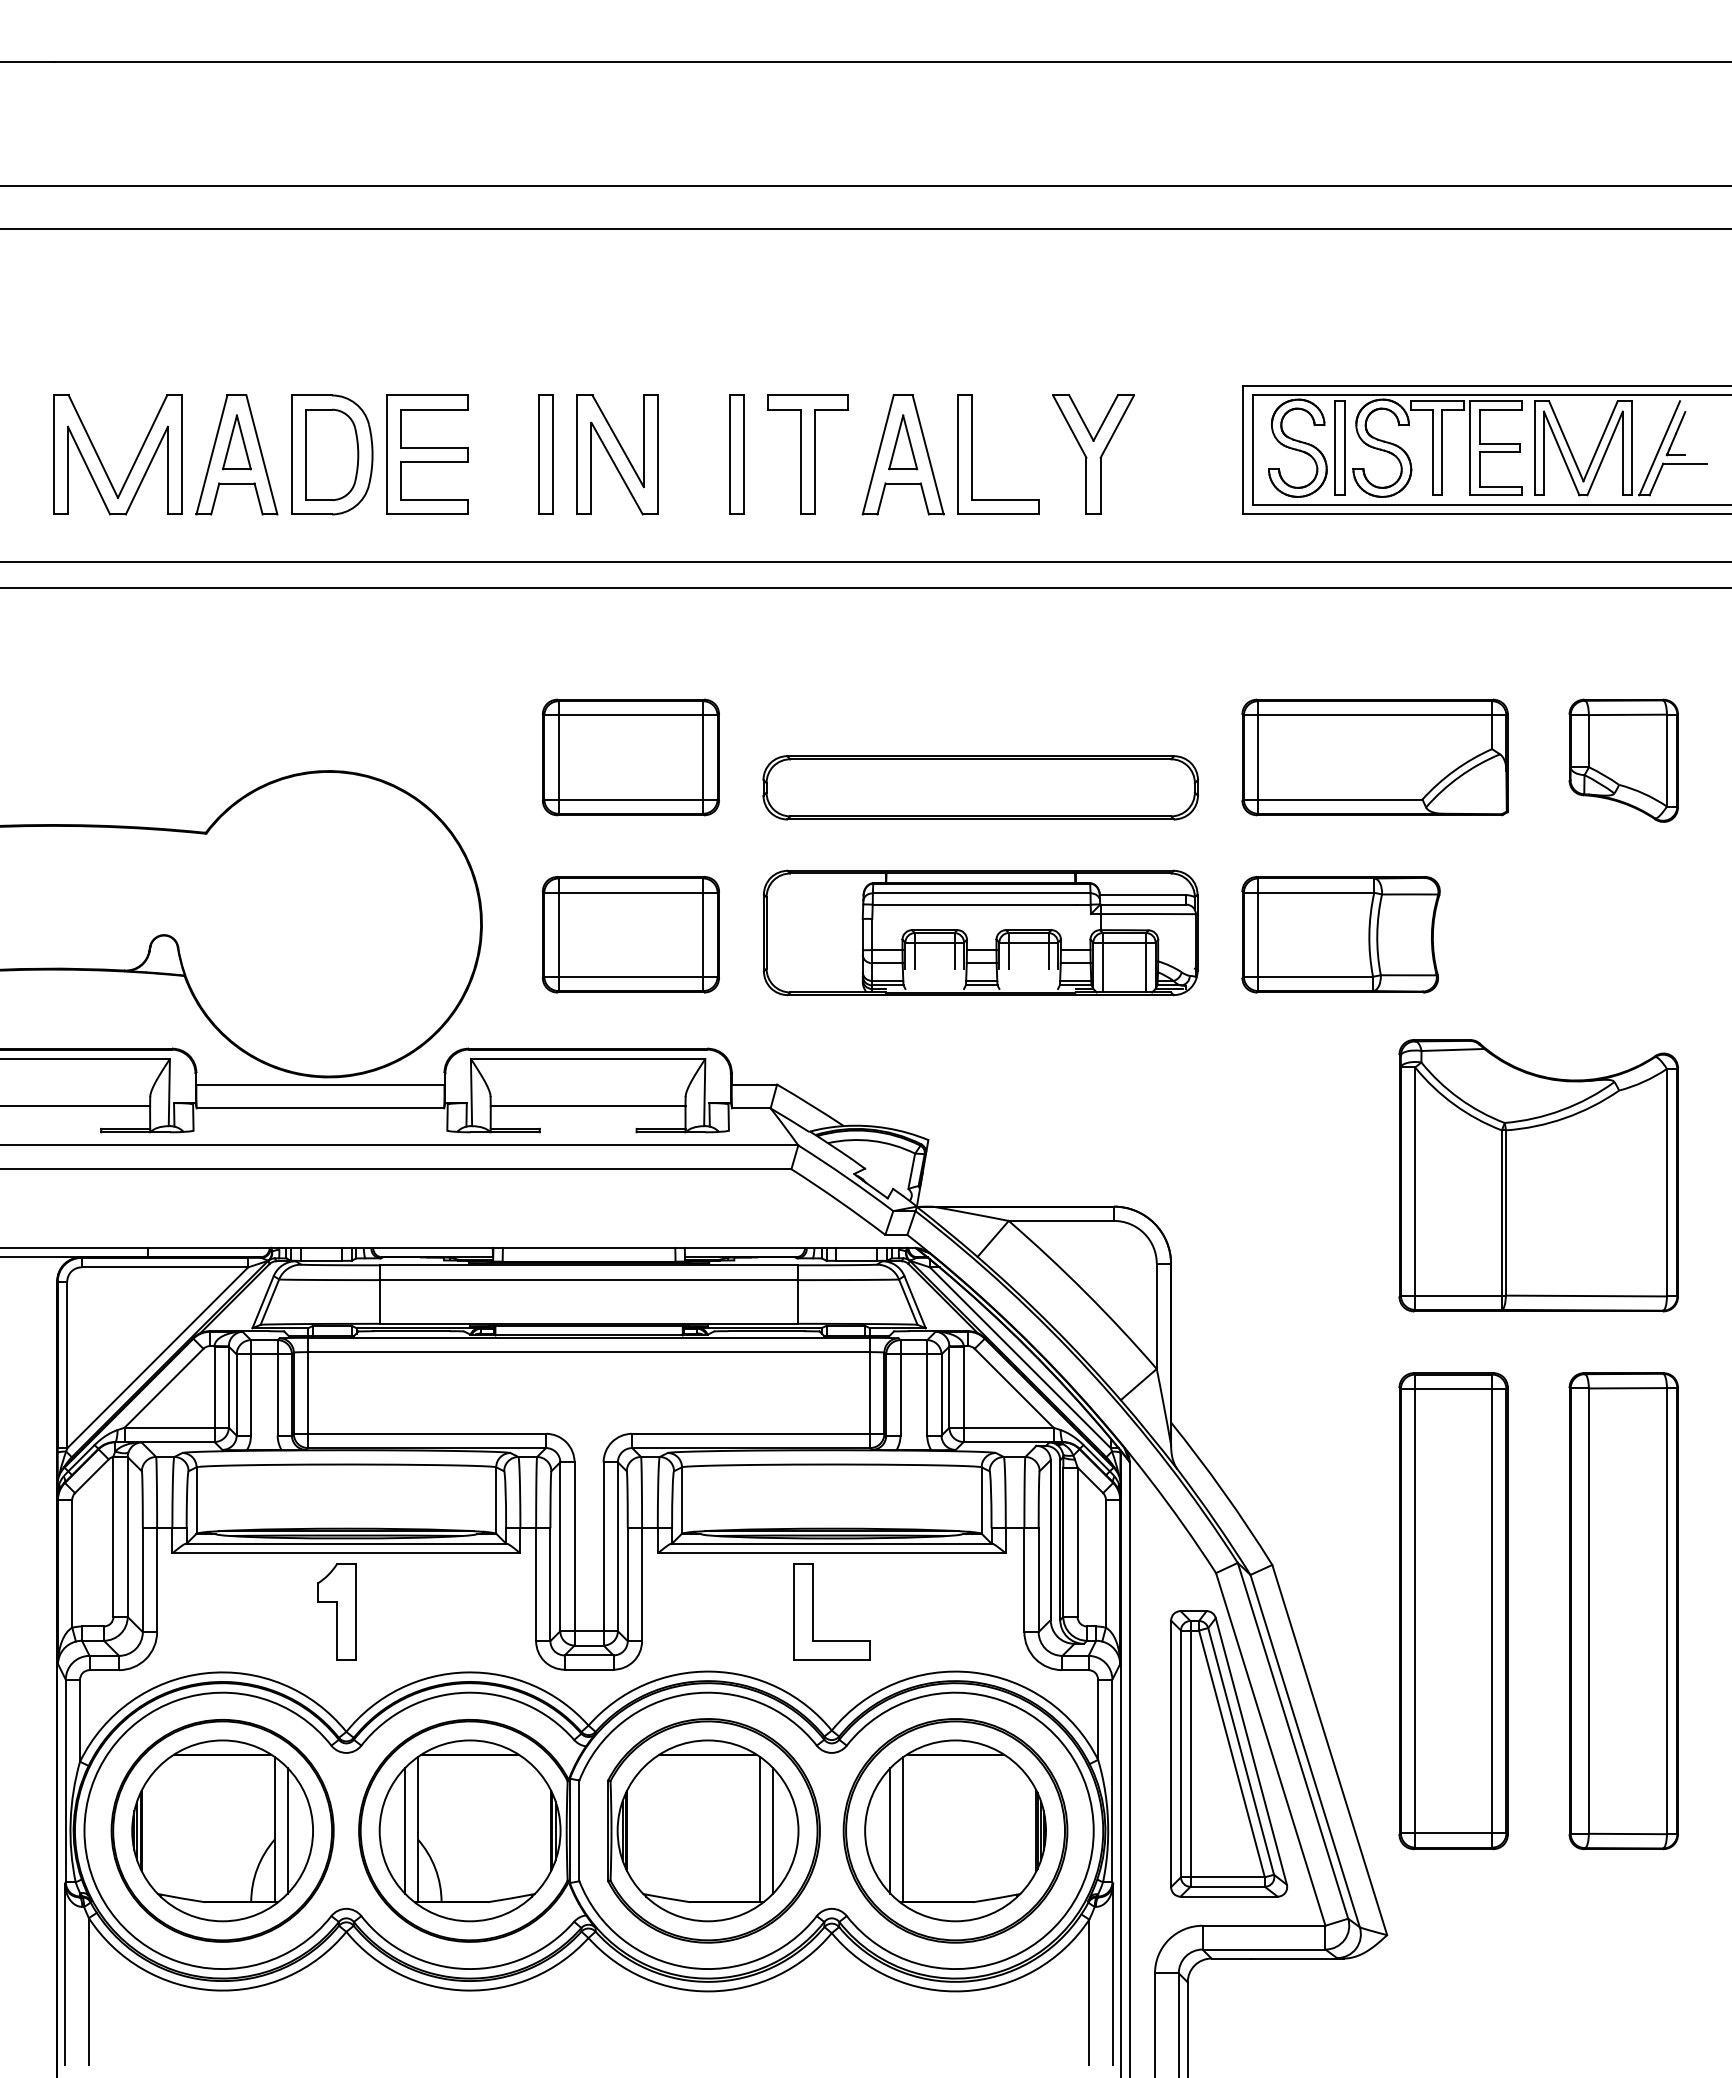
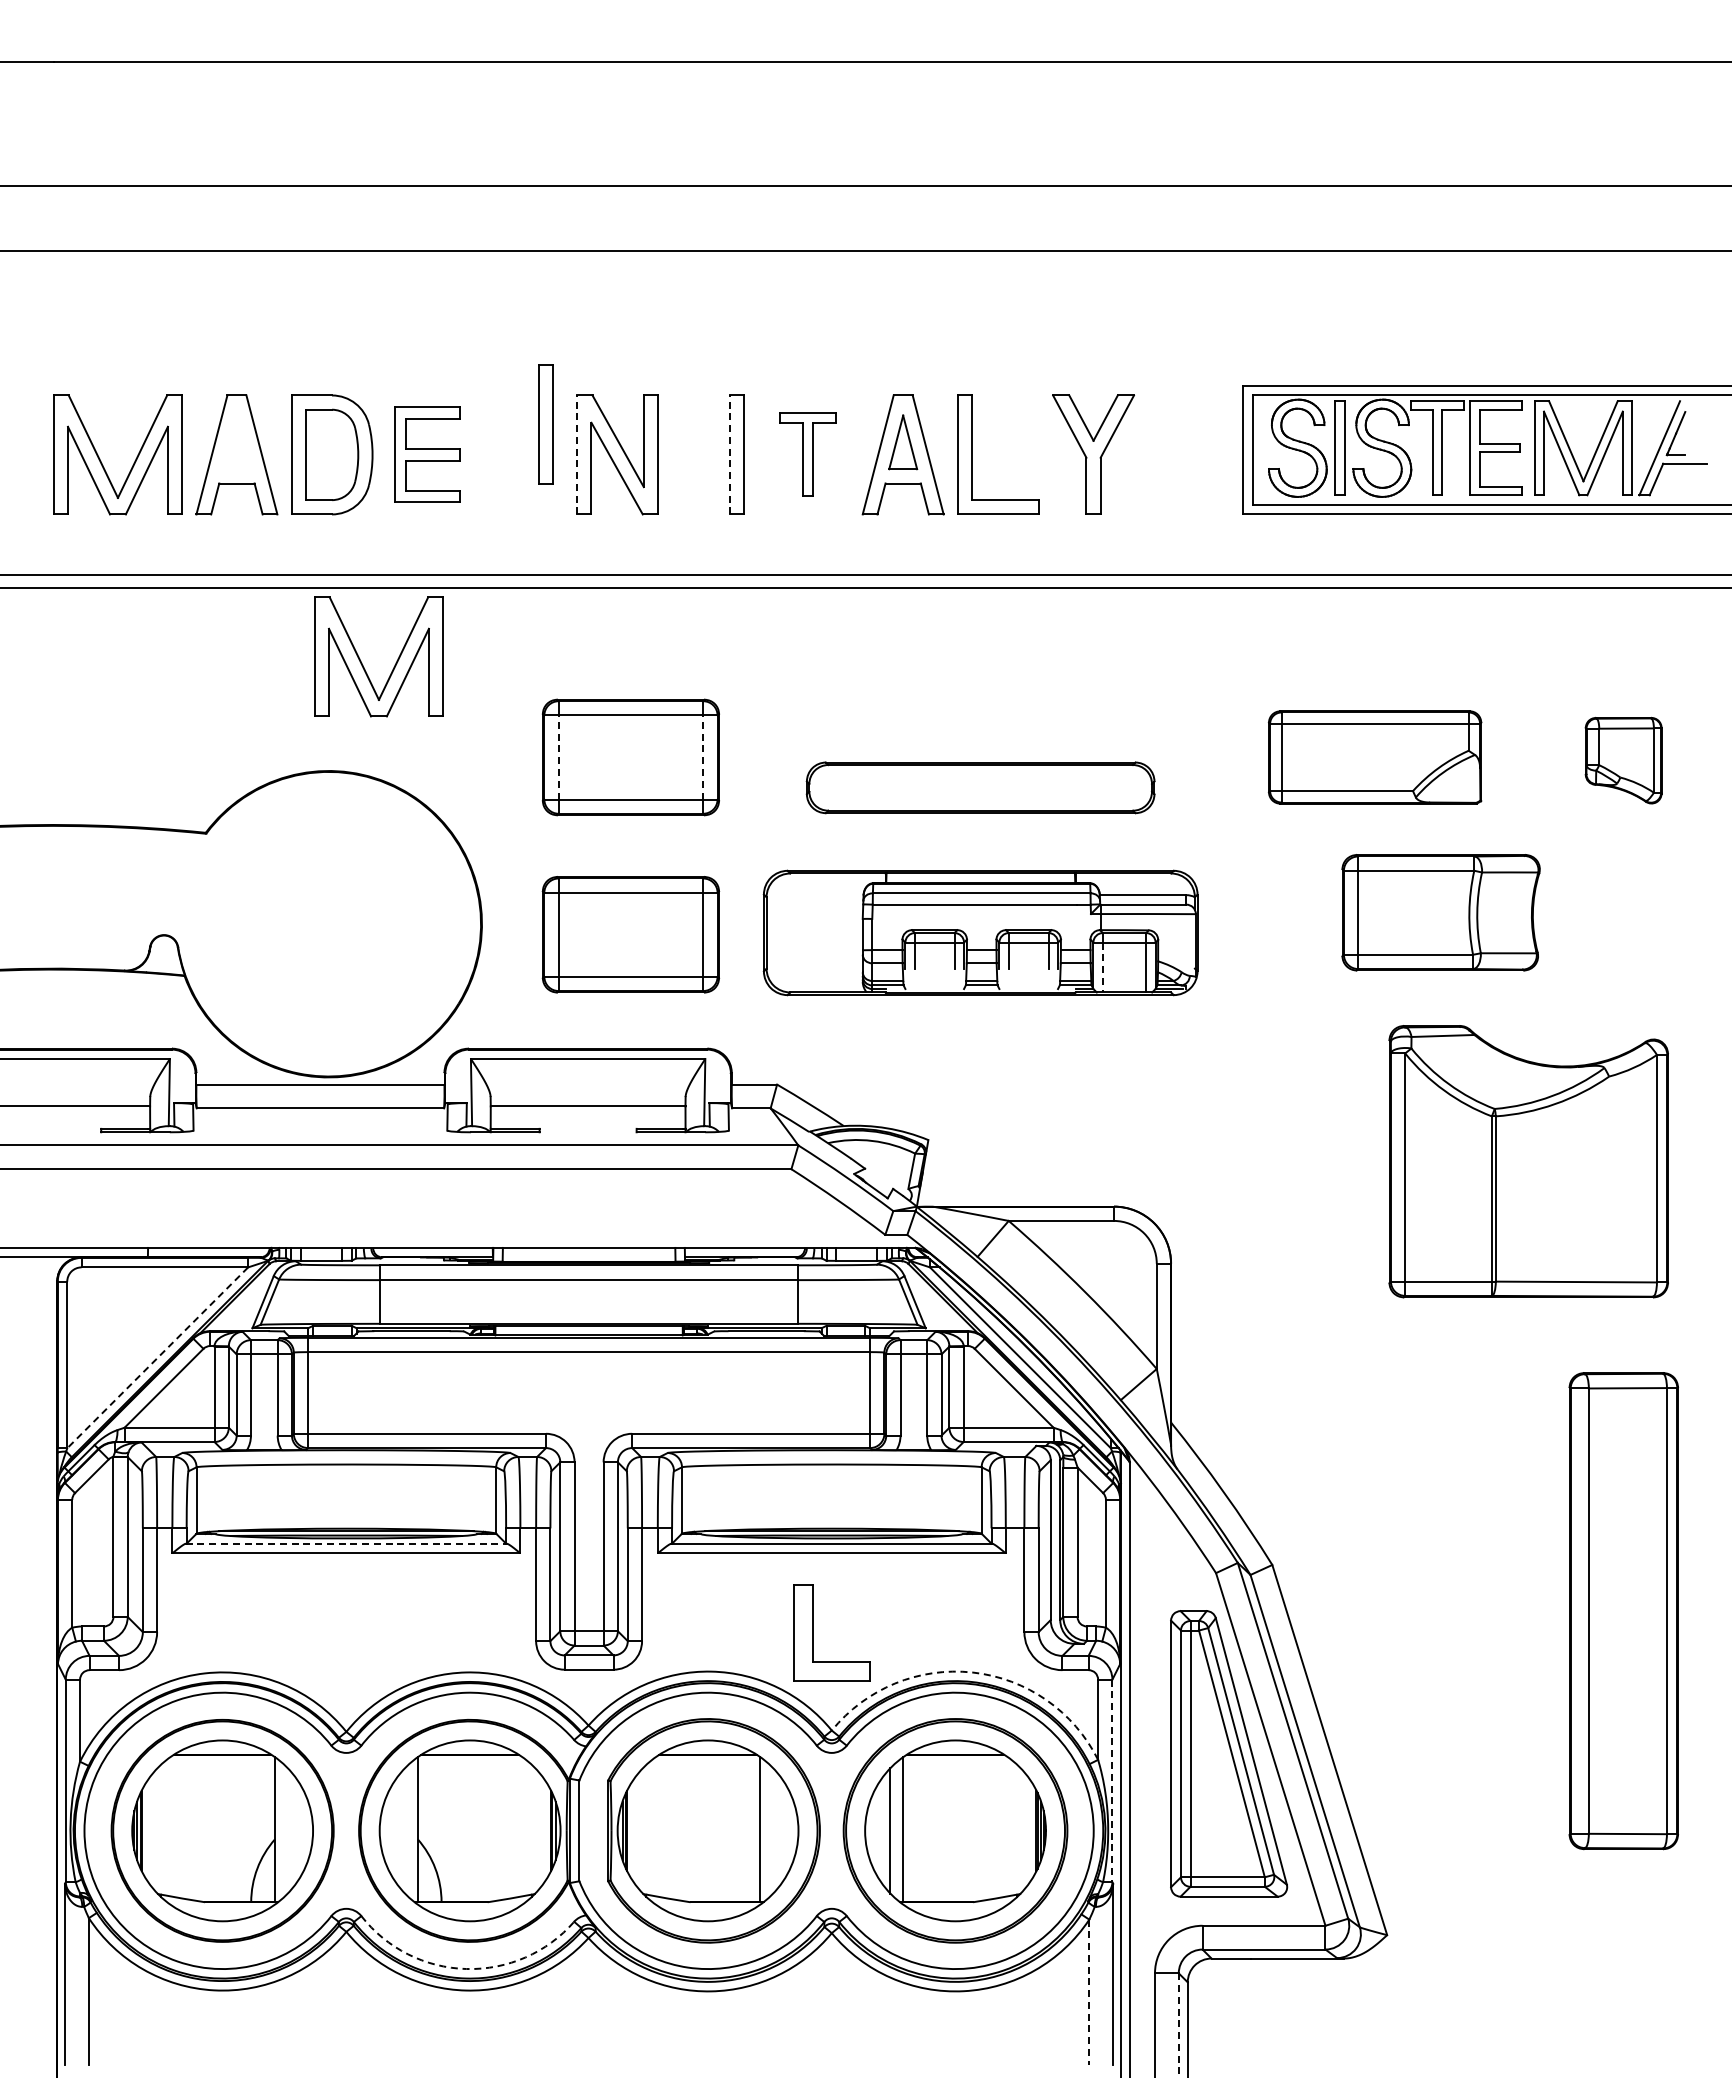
line at (865, 228) position: (865, 228) -> (865, 250)
part at (236, 442): present -> none
part at (427, 454) size: 83x121 px -> 67x97 px
part at (545, 454) position: (545, 454) -> (545, 424)
line at (577, 454): solid -> dashed
line at (729, 454): solid -> dashed
part at (807, 454) size: 82x121 px -> 58x85 px
line at (865, 562) position: (865, 562) -> (865, 575)
part at (361, 660): none -> present
line at (558, 757): solid -> dashed
line at (703, 757): solid -> dashed
part at (1374, 757) size: 268x119 px -> 216x95 px
part at (1623, 760) size: 111x125 px -> 79x89 px
part at (980, 787) size: 437x66 px -> 351x54 px
part at (1340, 934) position: (1340, 934) -> (1440, 912)
line at (1102, 967): solid -> dashed
part at (1538, 1175) position: (1538, 1175) -> (1528, 1161)
line at (157, 1357): solid -> dashed
line at (346, 1543): solid -> dashed
part at (336, 1611): present -> none
part at (813, 1611) position: (813, 1611) -> (813, 1632)
part at (1453, 1611): present -> none
arc at (972, 1672): solid -> dashed
line at (1112, 1781): solid -> dashed
line at (287, 1830): present -> none
line at (404, 1830): present -> none
line at (773, 1830): present -> none
arc at (466, 1969): solid -> dashed
line at (1089, 1992): solid -> dashed
line at (1178, 2025): solid -> dashed
